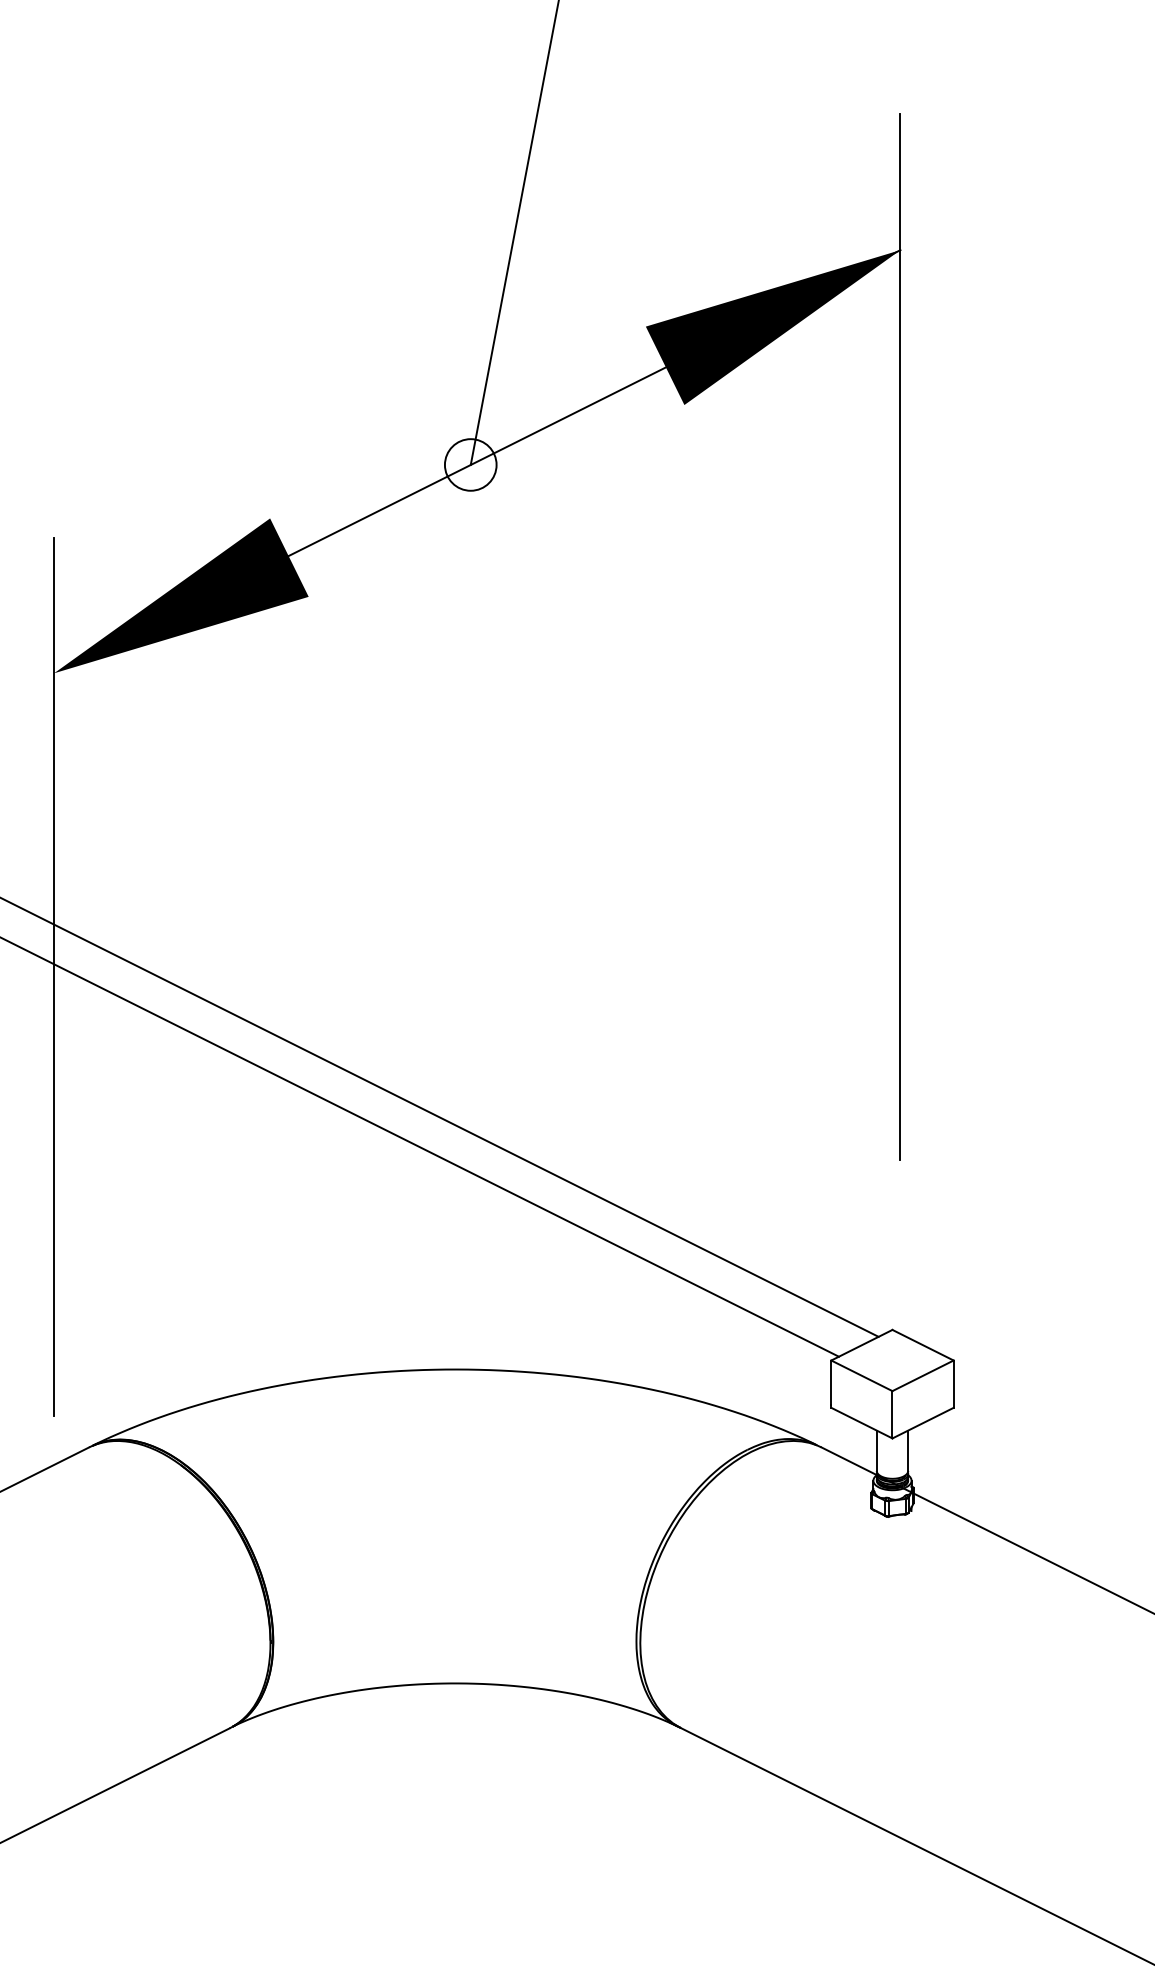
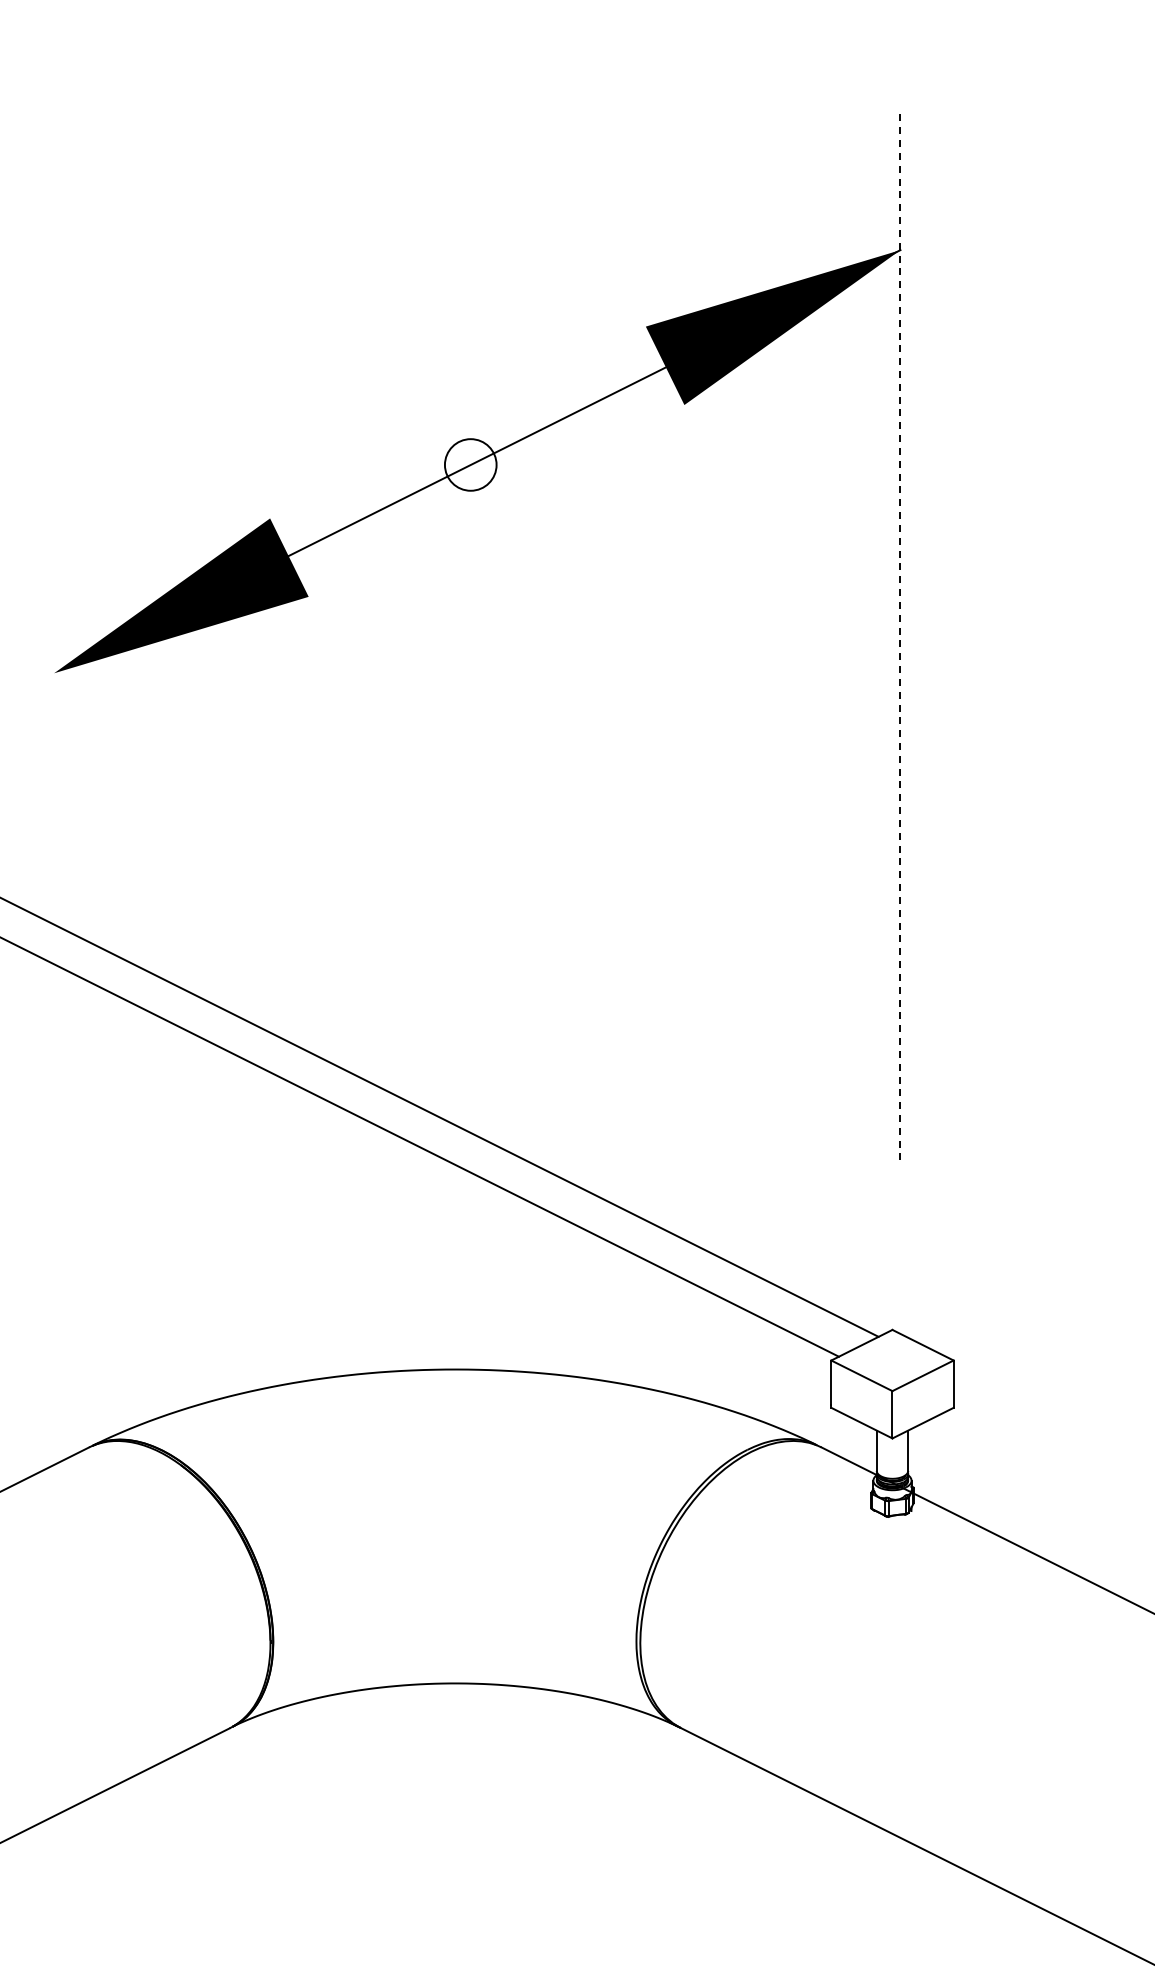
line at (514, 233): present -> none
line at (900, 637): solid -> dashed
line at (54, 976): present -> none
